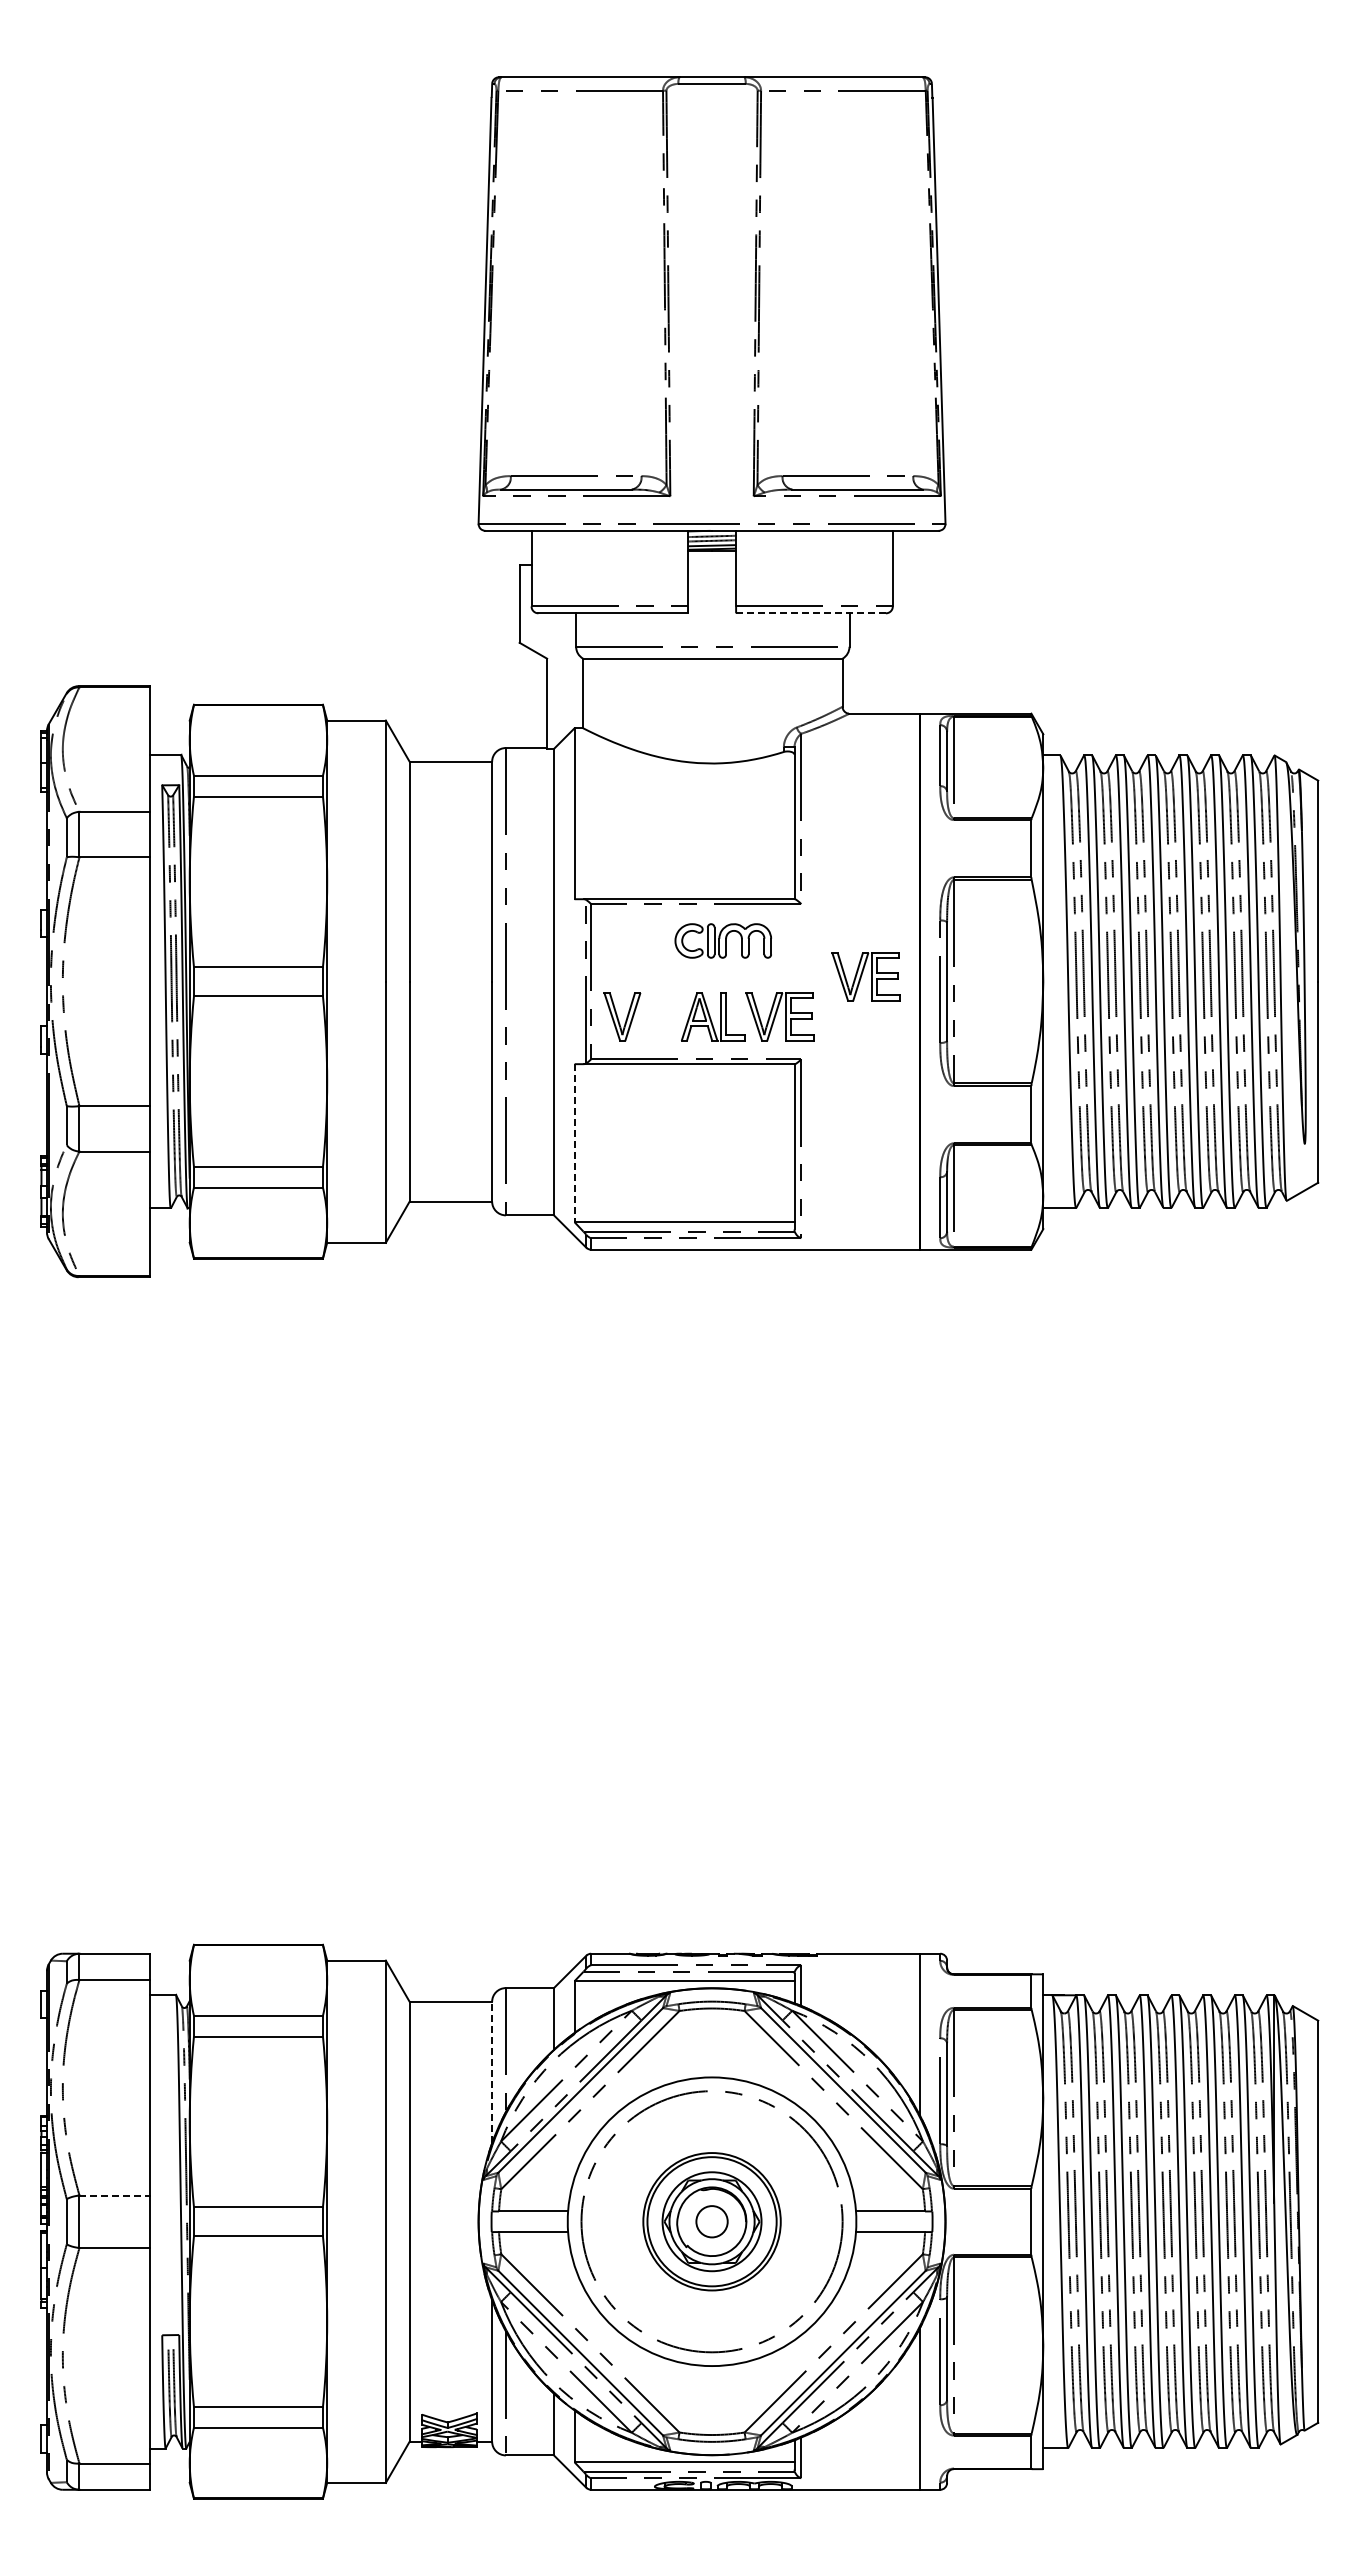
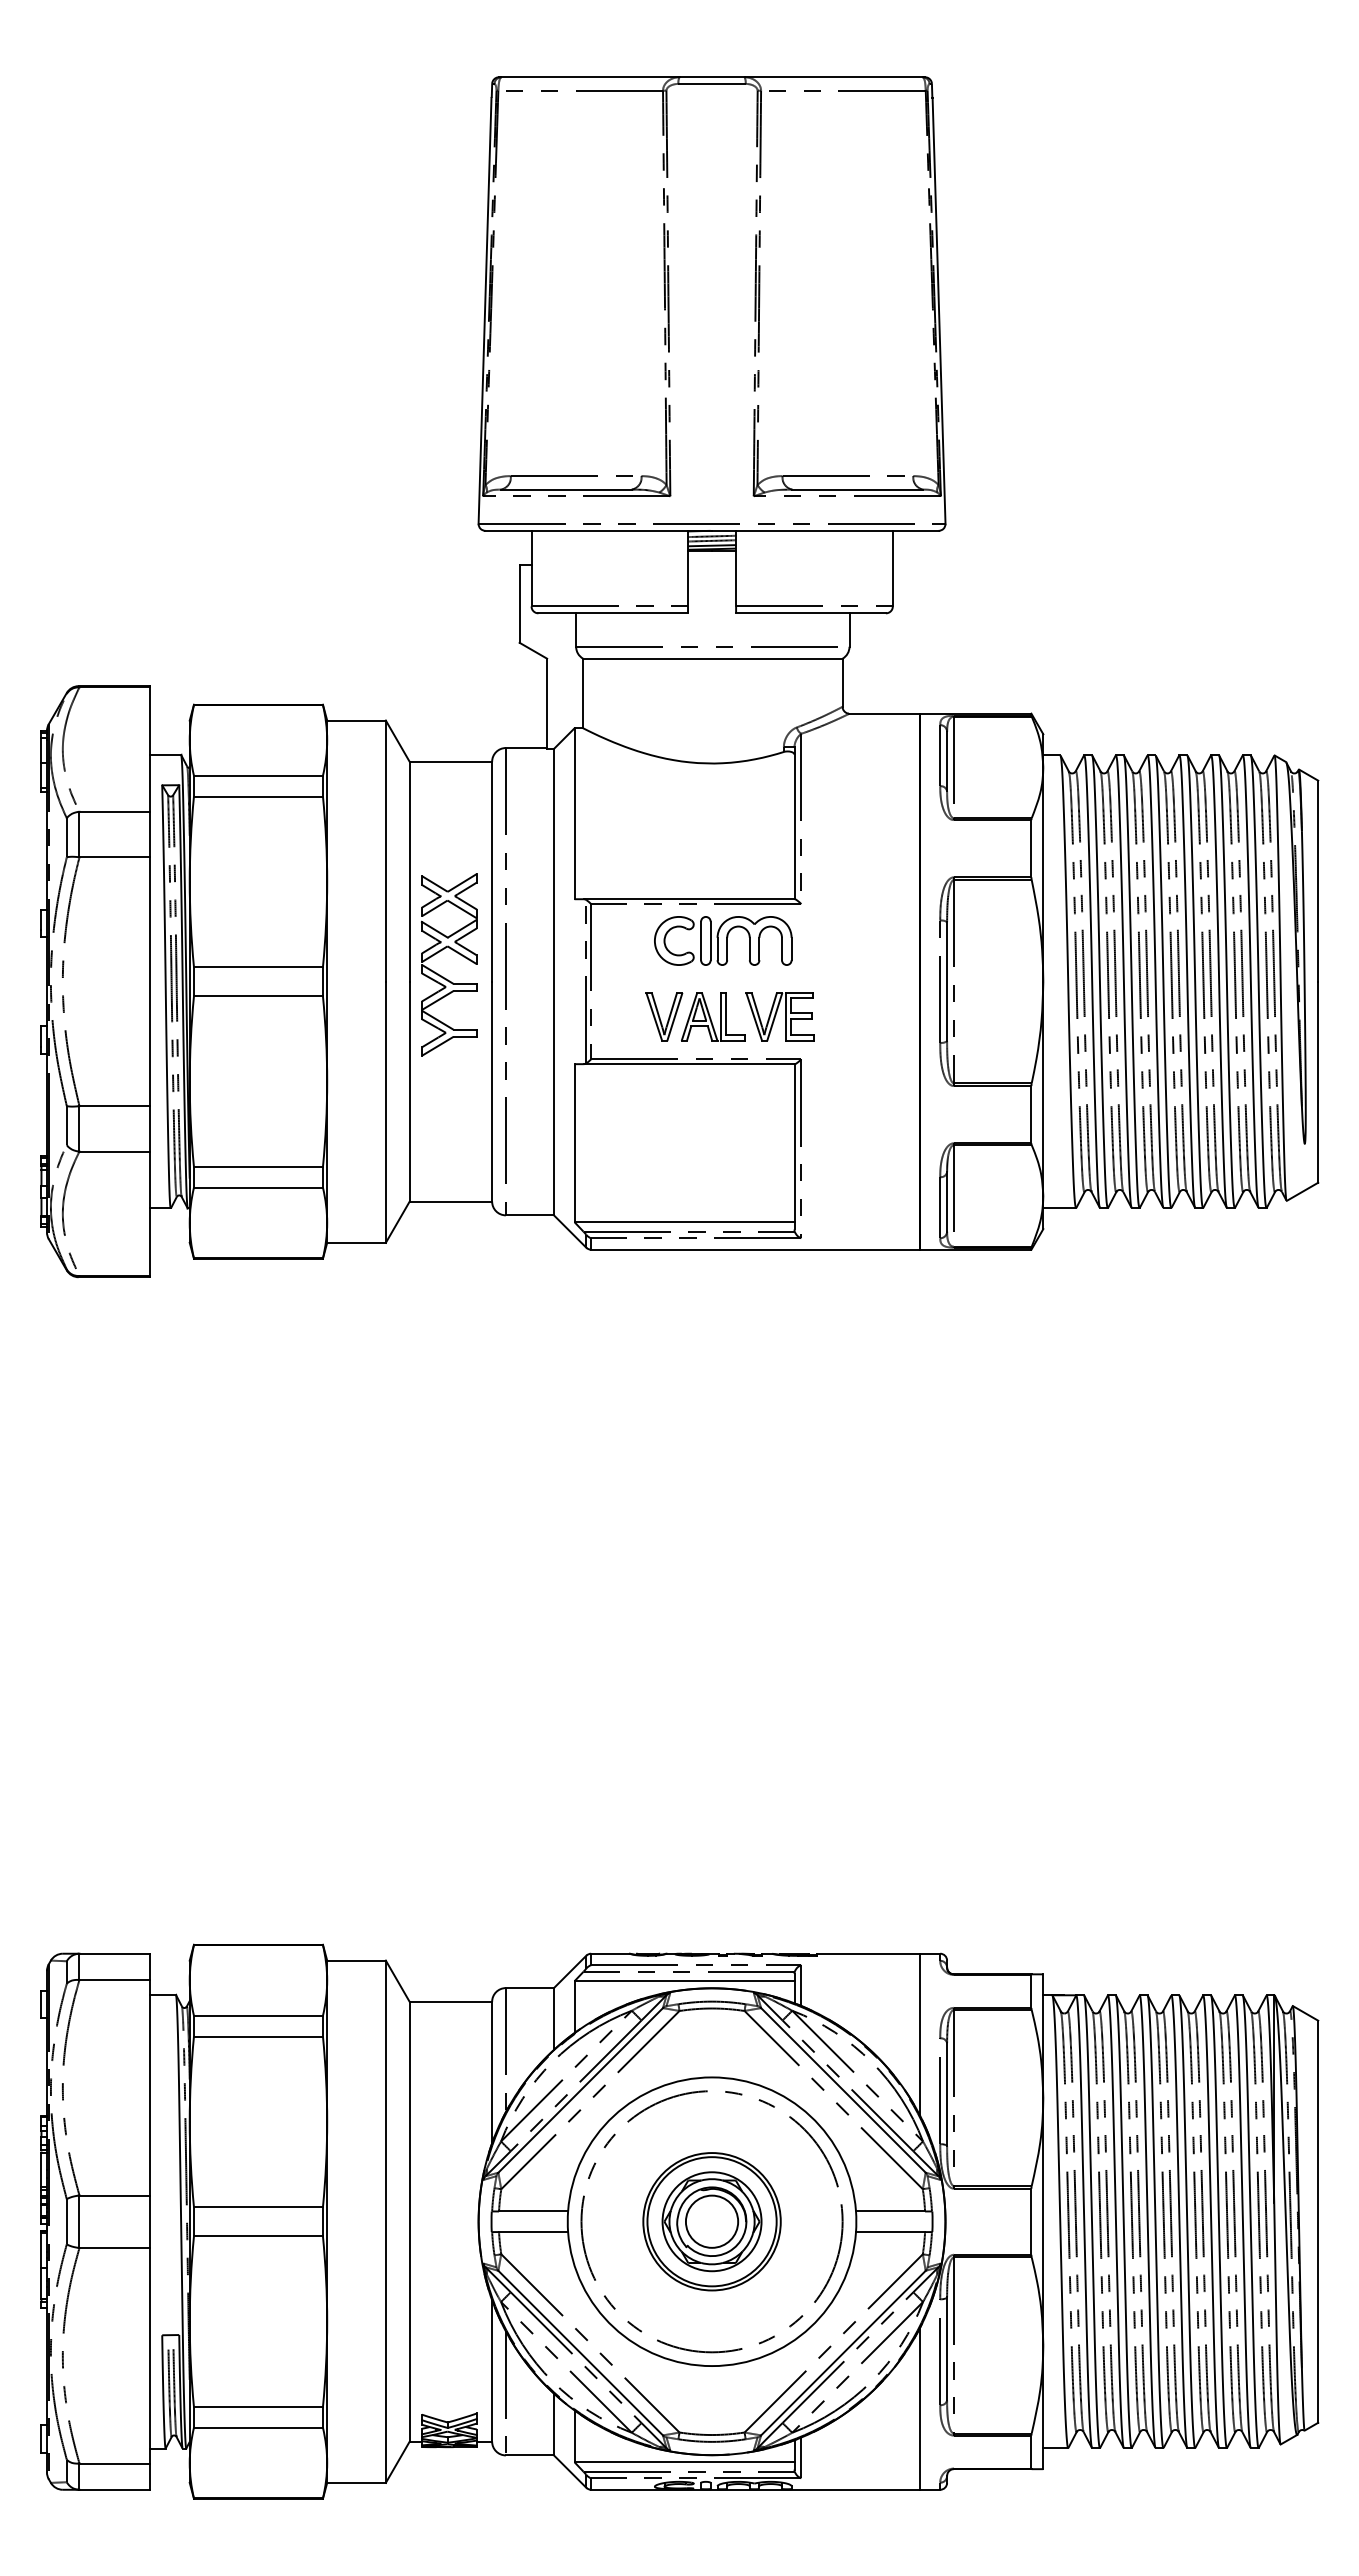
line at (811, 613): dashed -> solid
part at (722, 940) size: 98x36 px -> 139x50 px
part at (455, 952): none -> present
part at (865, 976): present -> none
part at (622, 1016) position: (622, 1016) -> (664, 1016)
line at (574, 1143): dashed -> solid
line at (492, 2072): dashed -> solid
line at (115, 2195): dashed -> solid
circle at (711, 2221) diameter: 31 px -> 52 px
